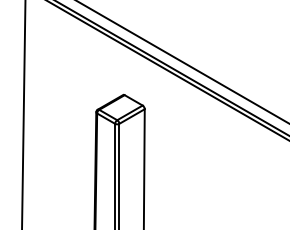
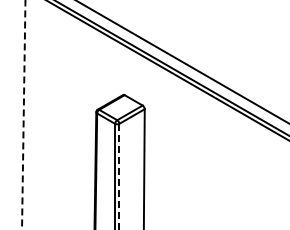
line at (23, 115): solid -> dashed
line at (119, 176): solid -> dashed
